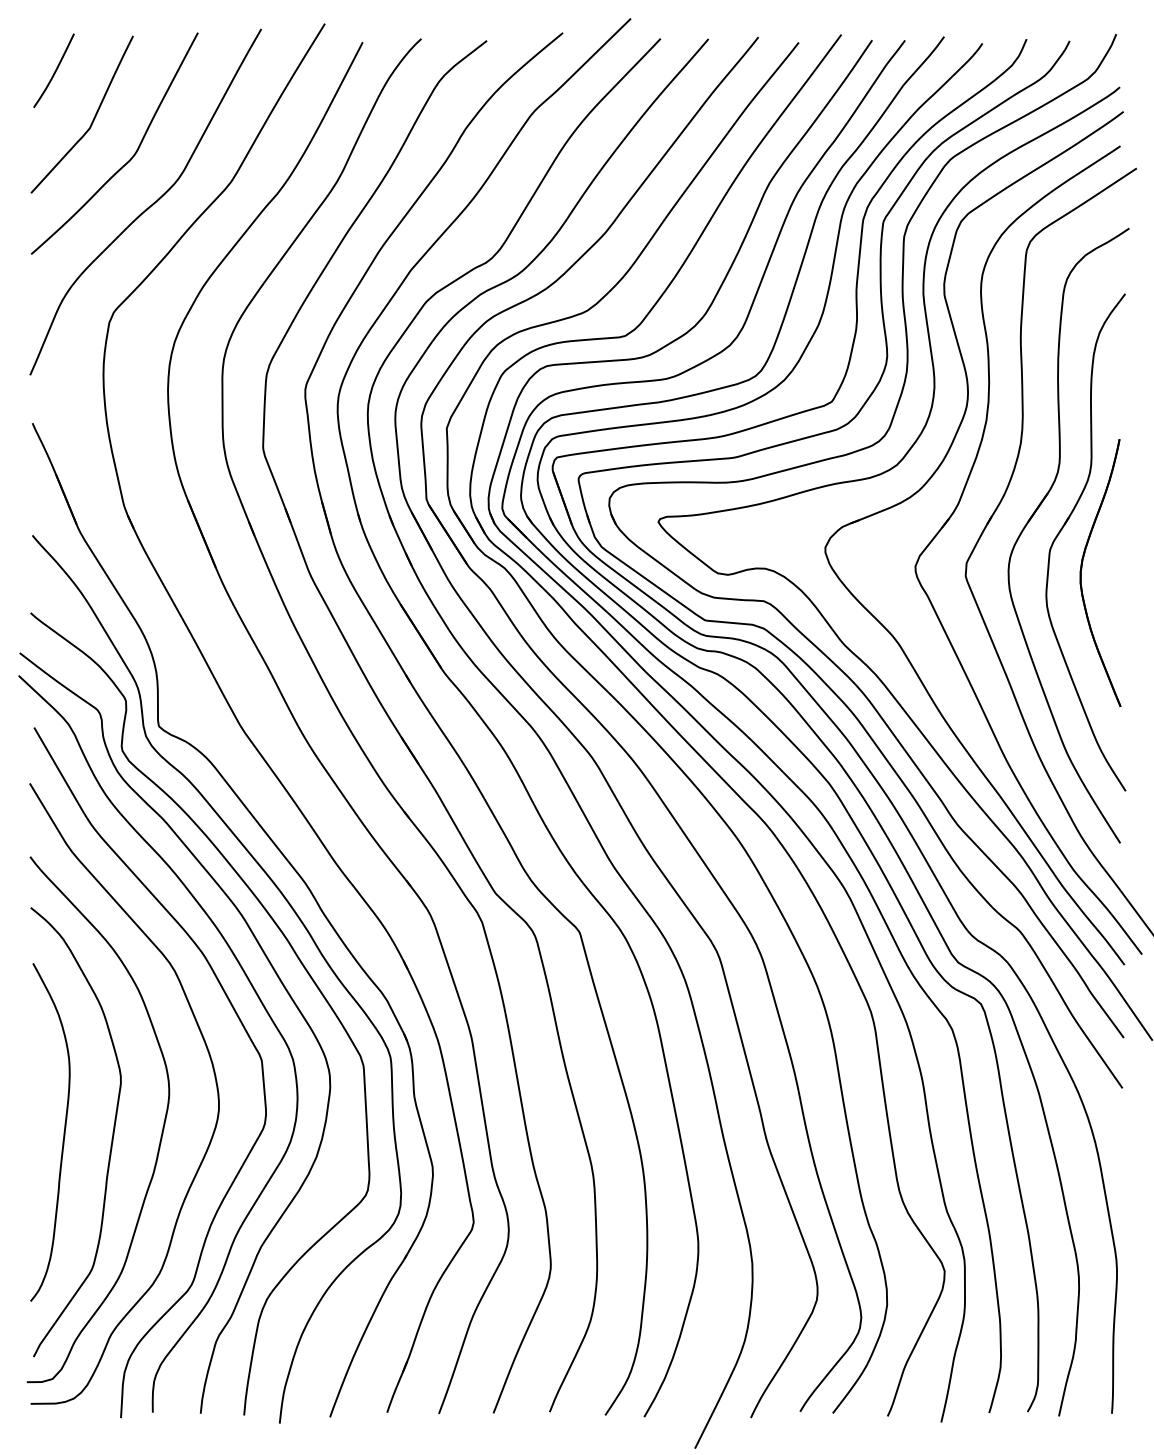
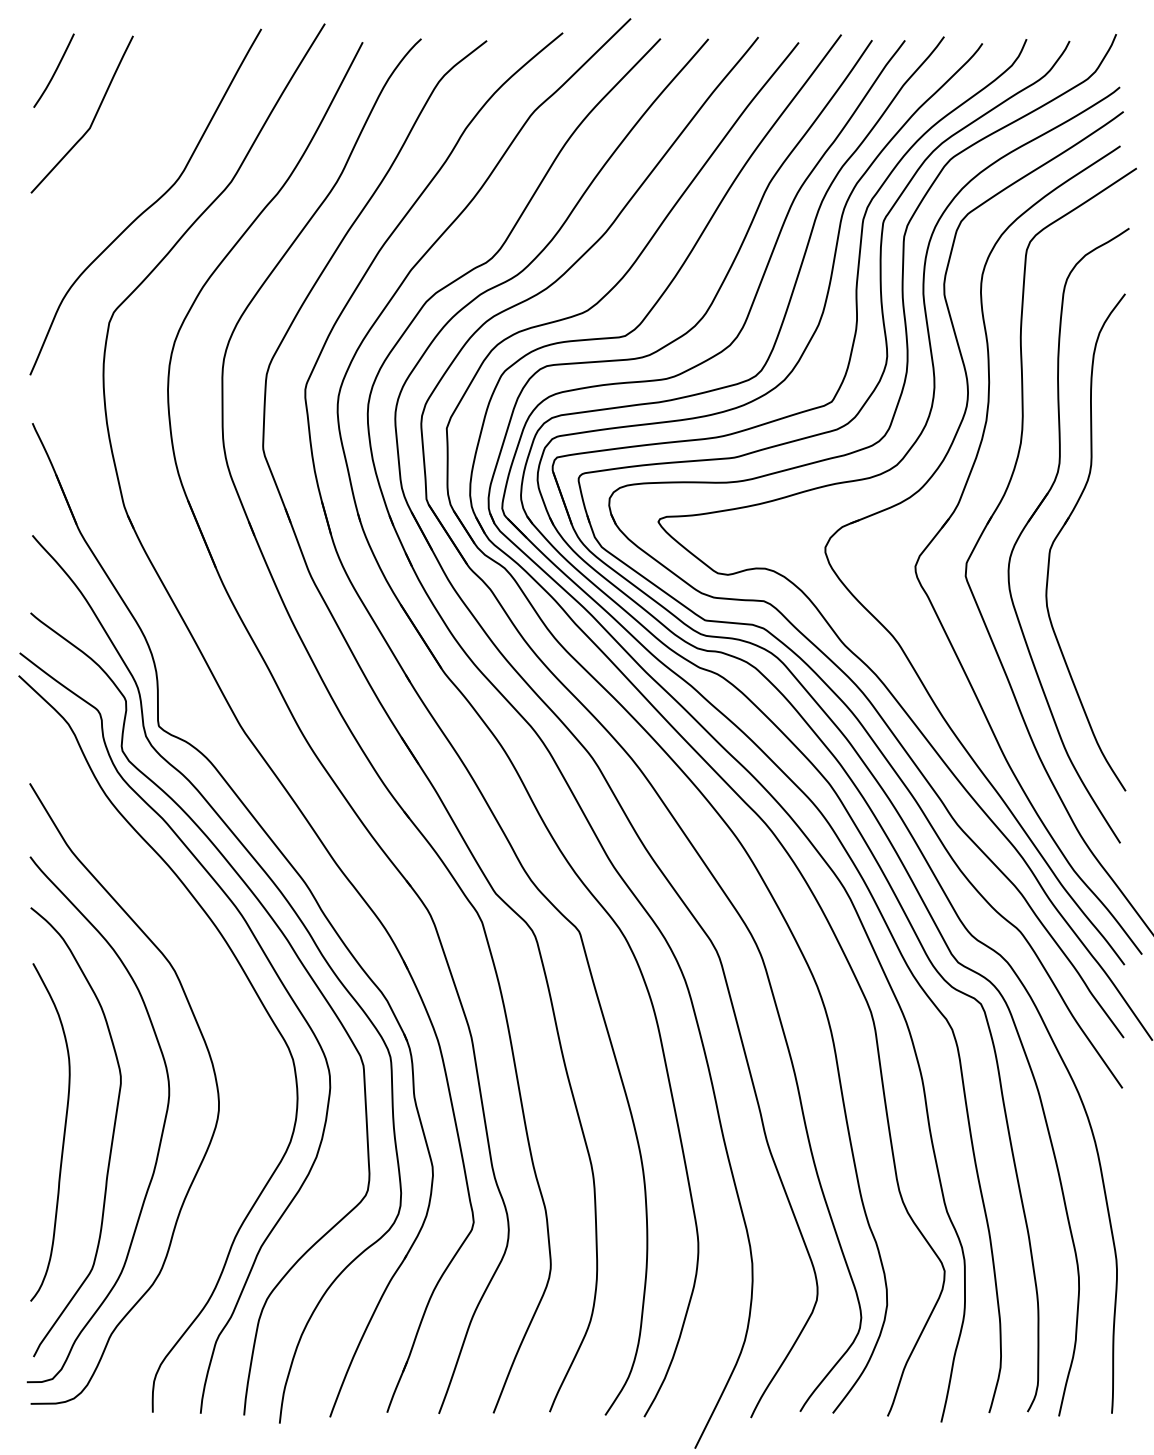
curve at (132, 155): present -> none
part at (1082, 568): present -> none
curve at (239, 1021): present -> none
